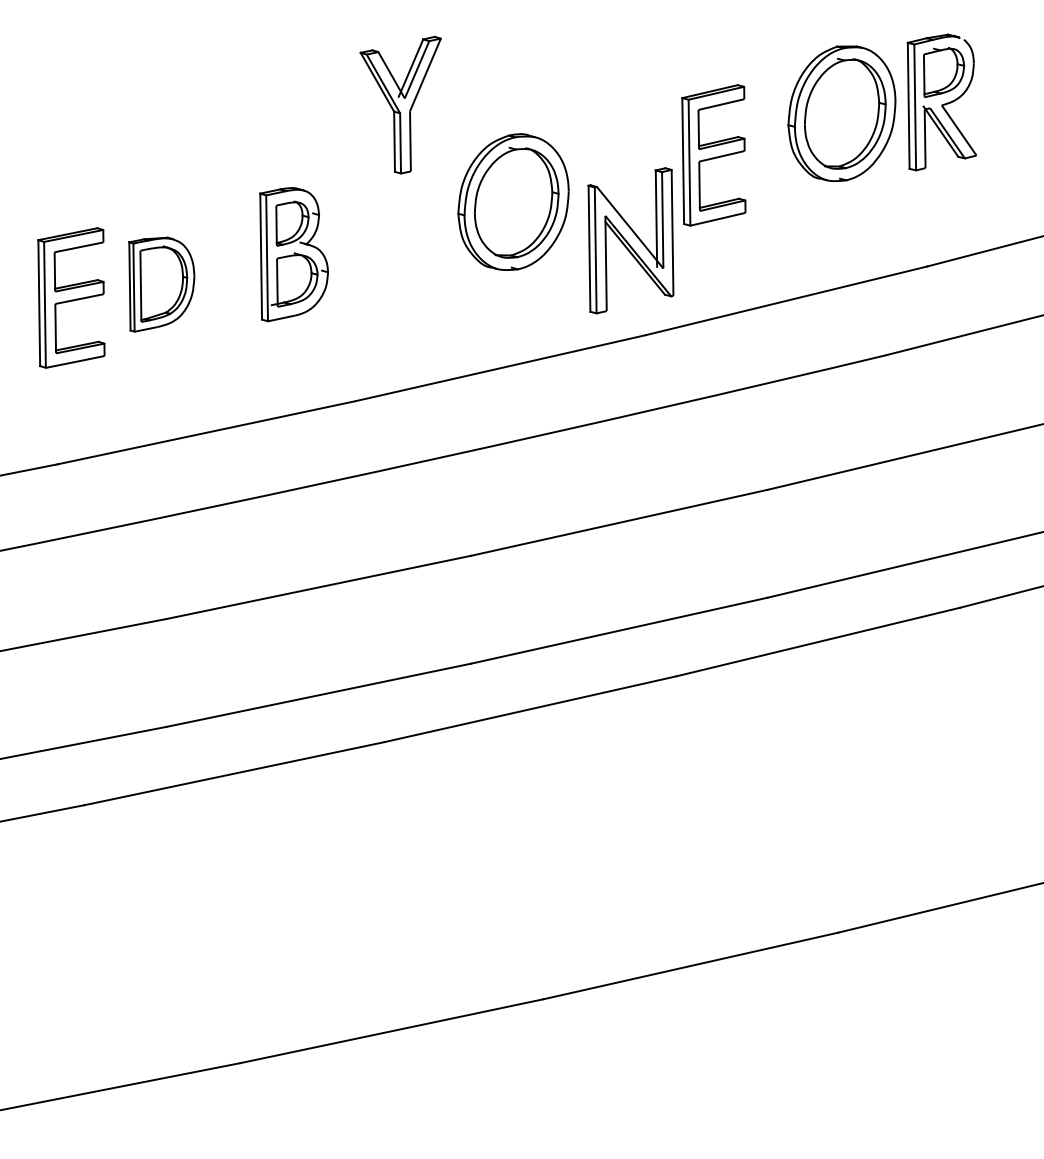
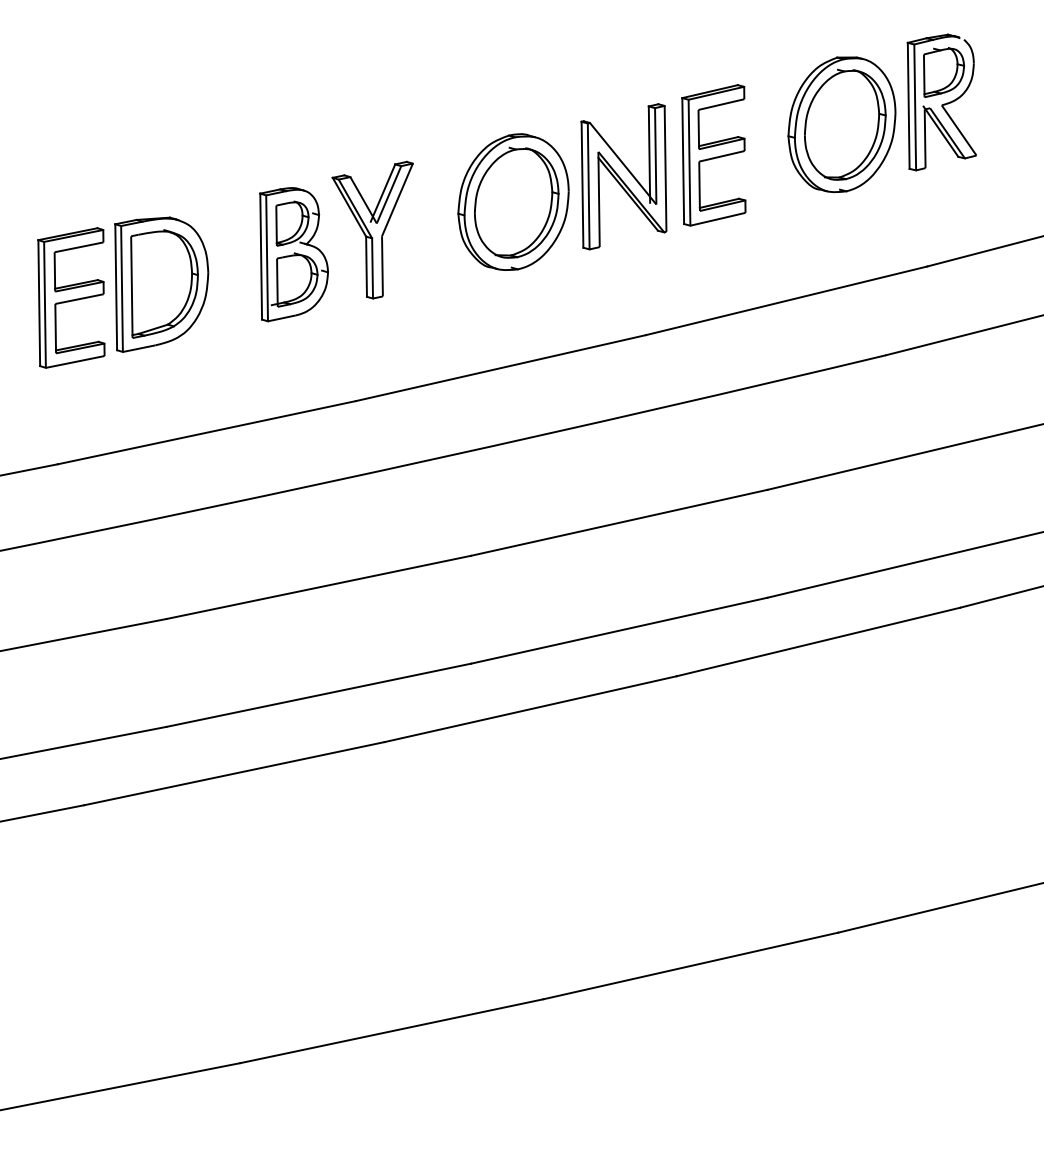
part at (400, 104) position: (400, 104) -> (372, 229)
part at (841, 113) position: (841, 113) -> (841, 124)
part at (630, 240) position: (630, 240) -> (623, 176)
part at (161, 284) size: 68x97 px -> 96x137 px
